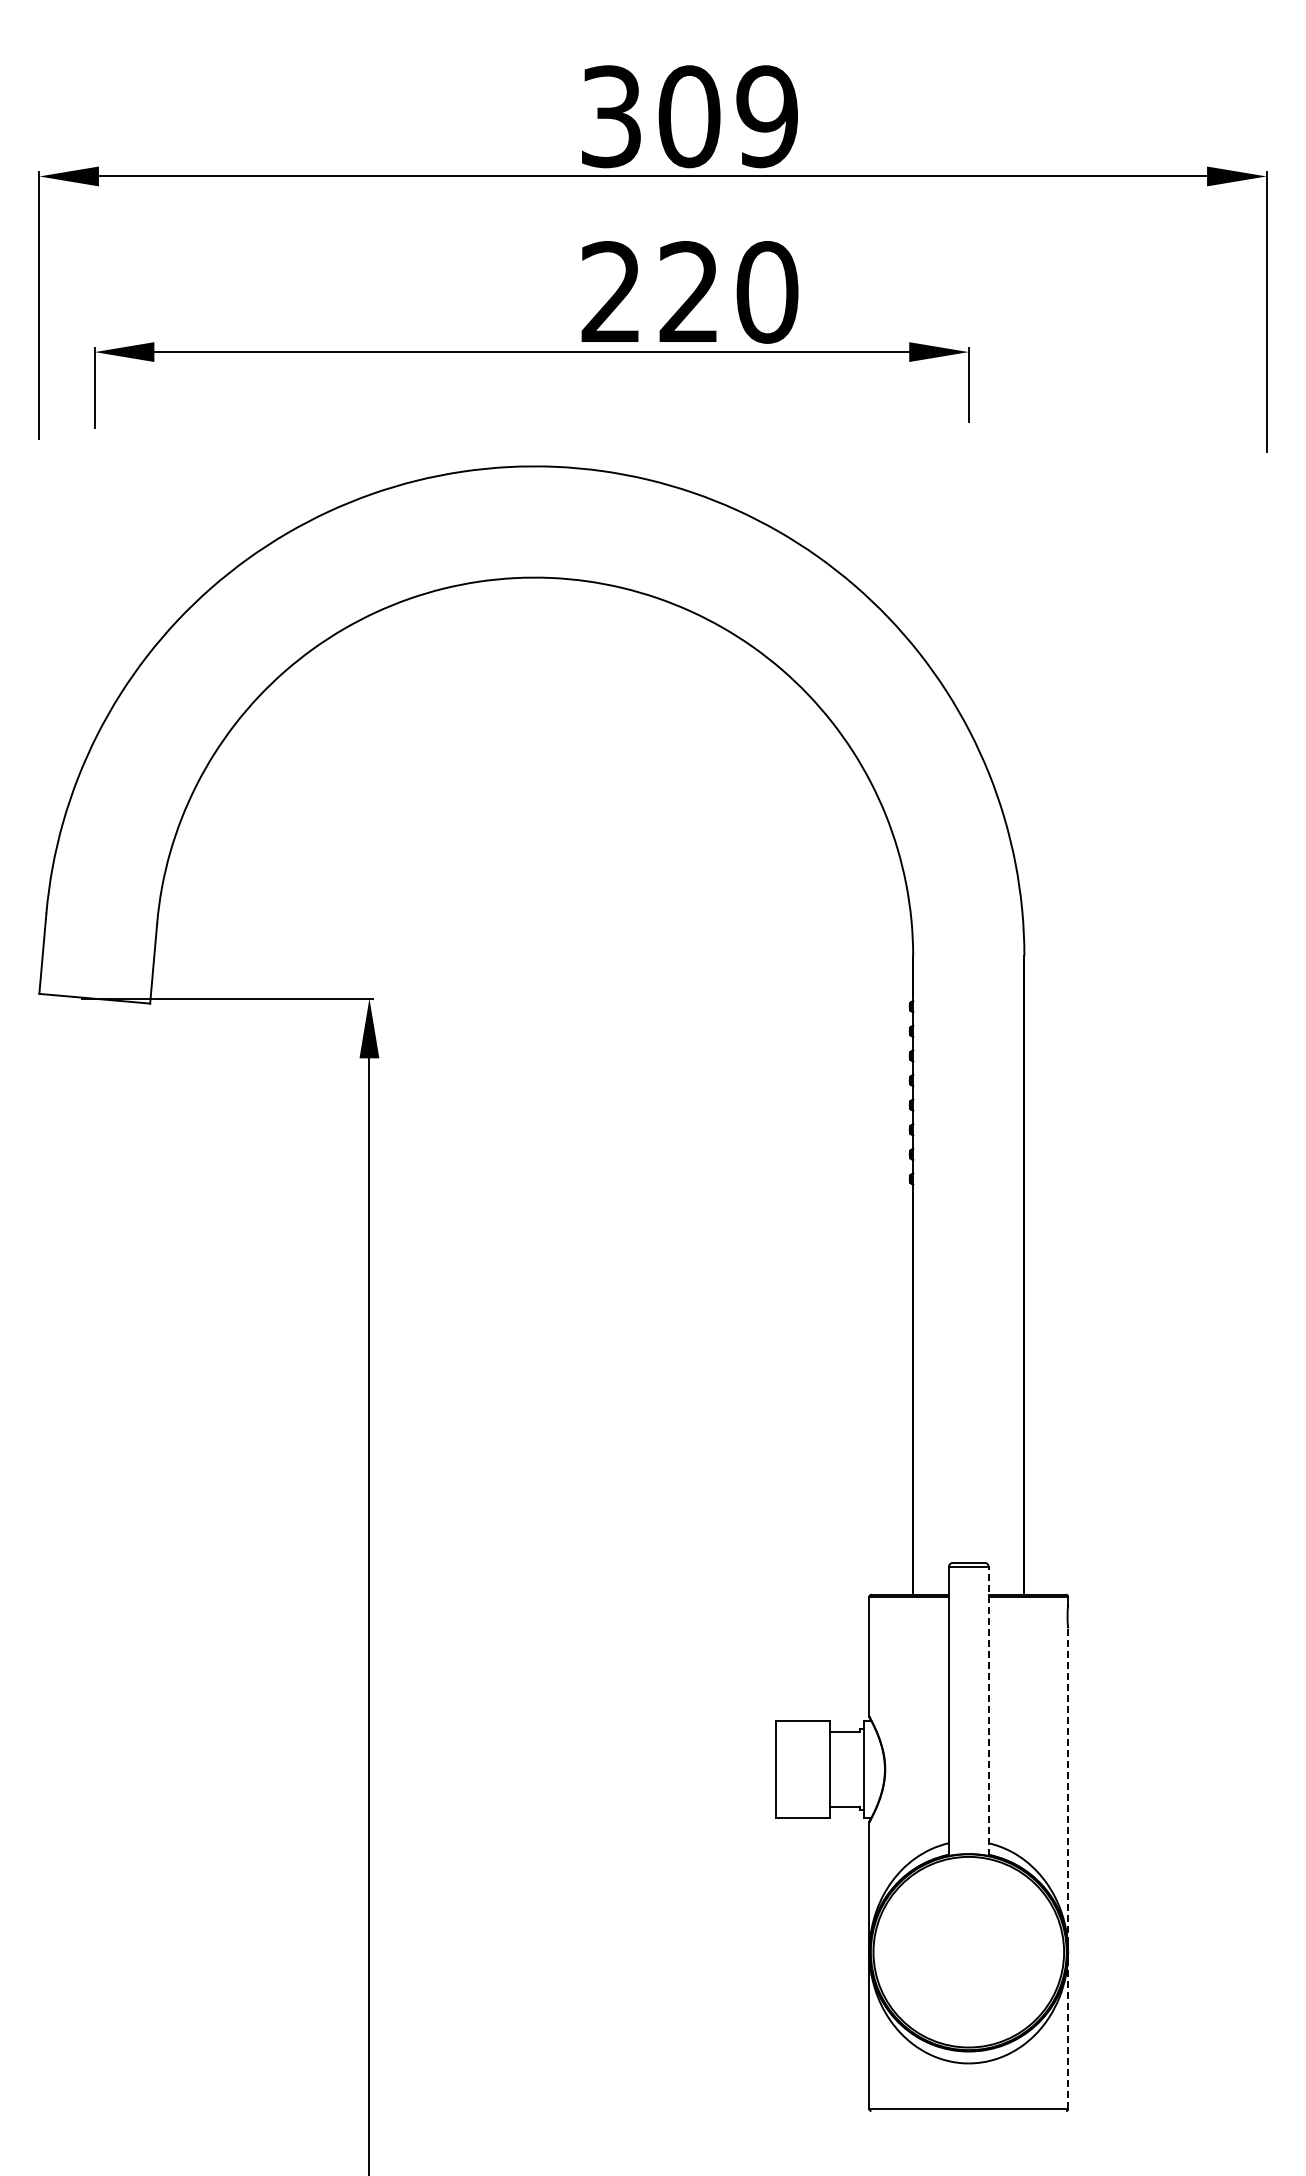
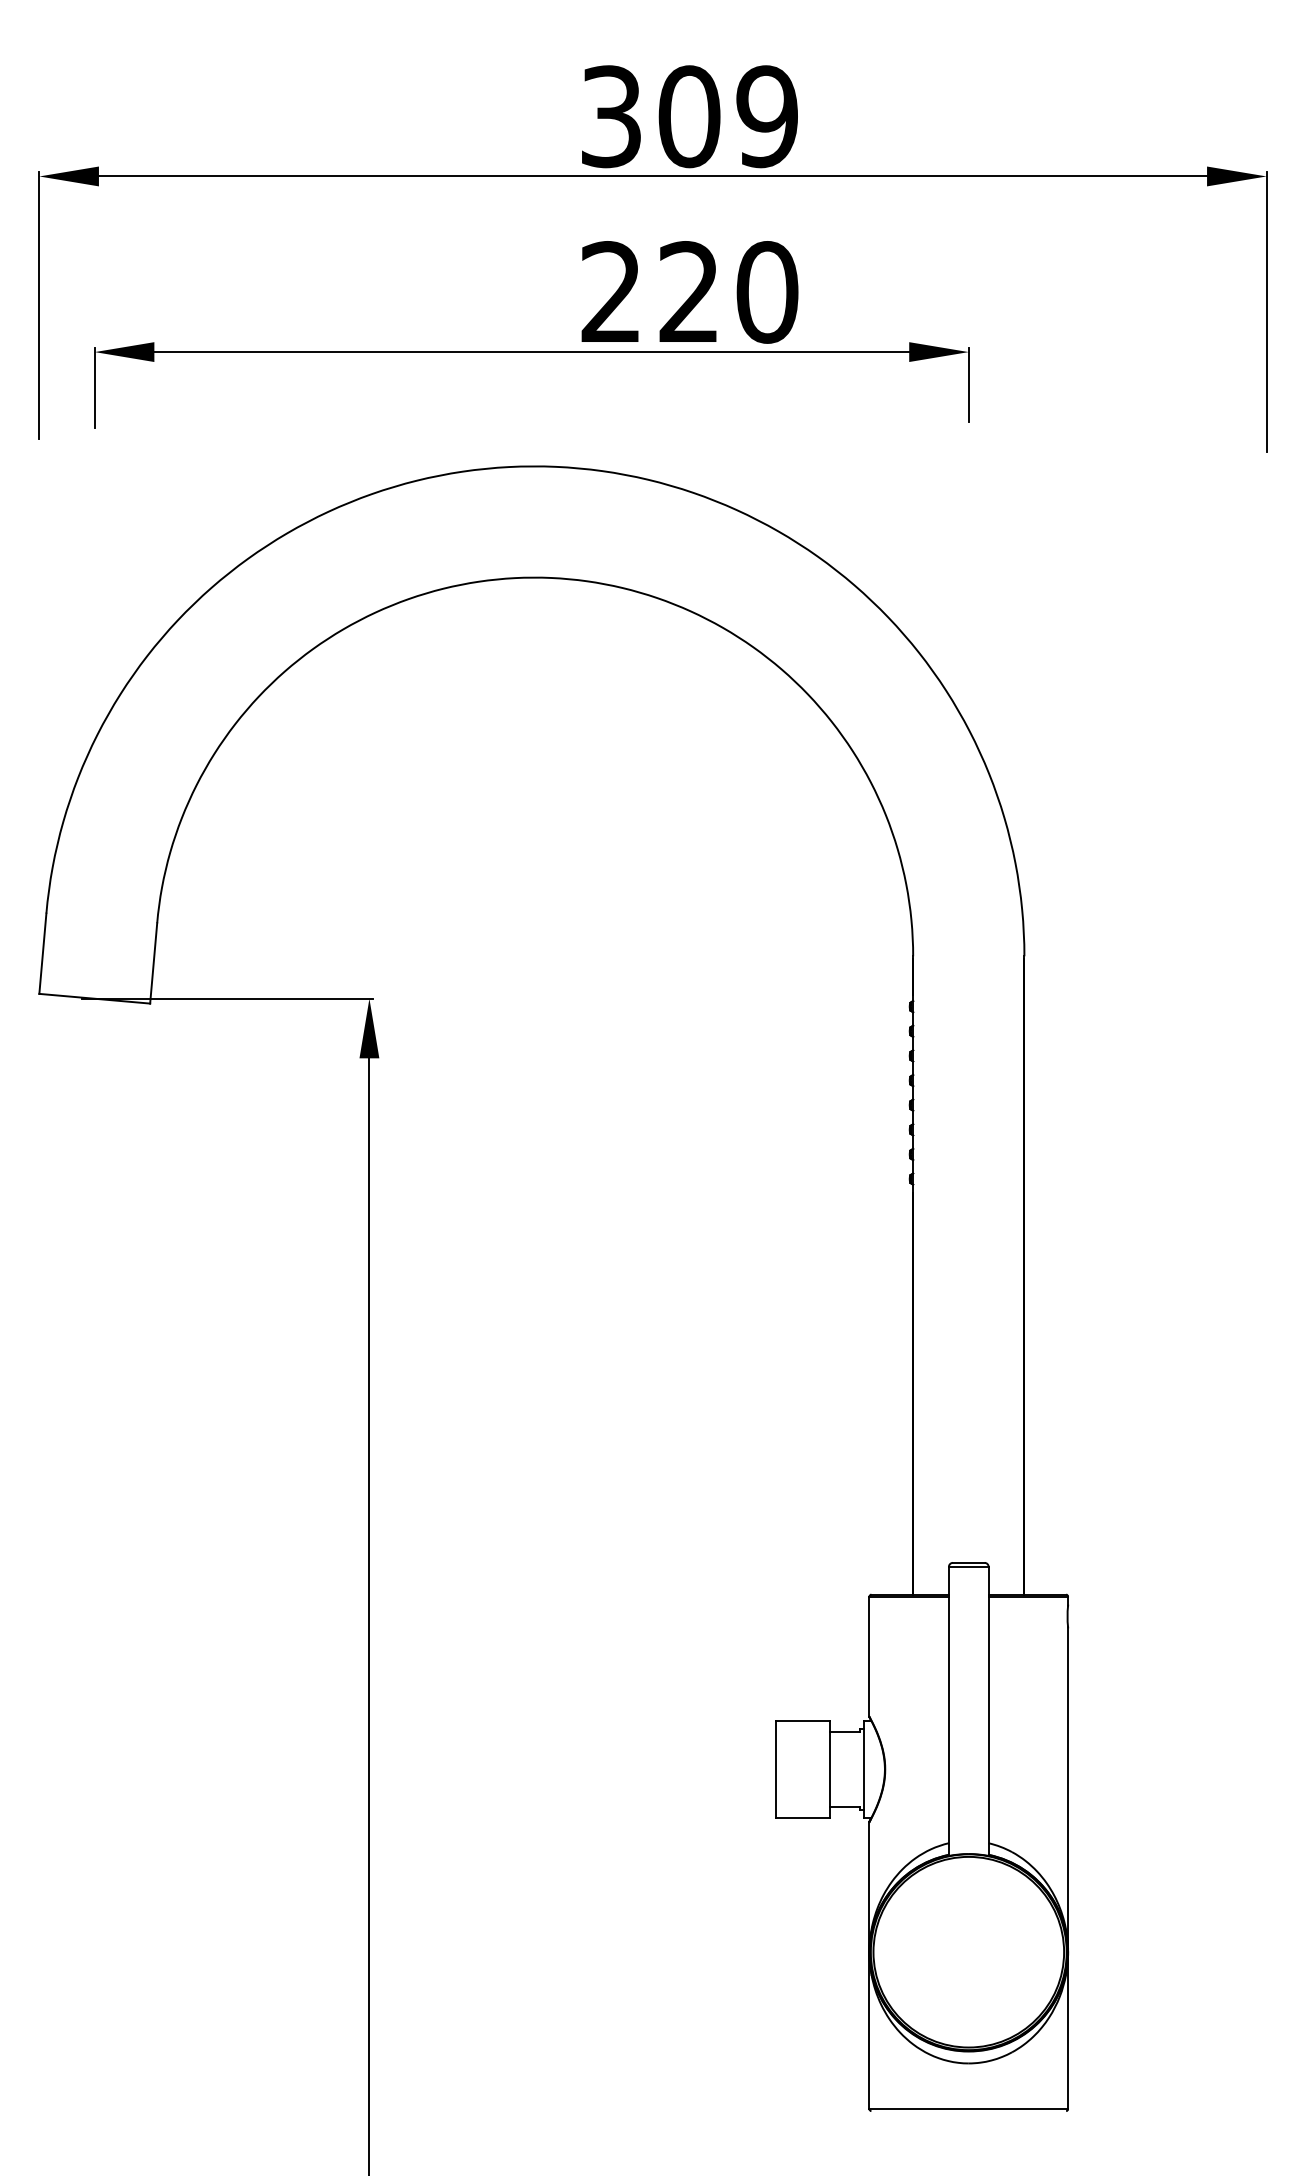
line at (988, 1711): dashed -> solid
line at (1068, 1868): dashed -> solid
